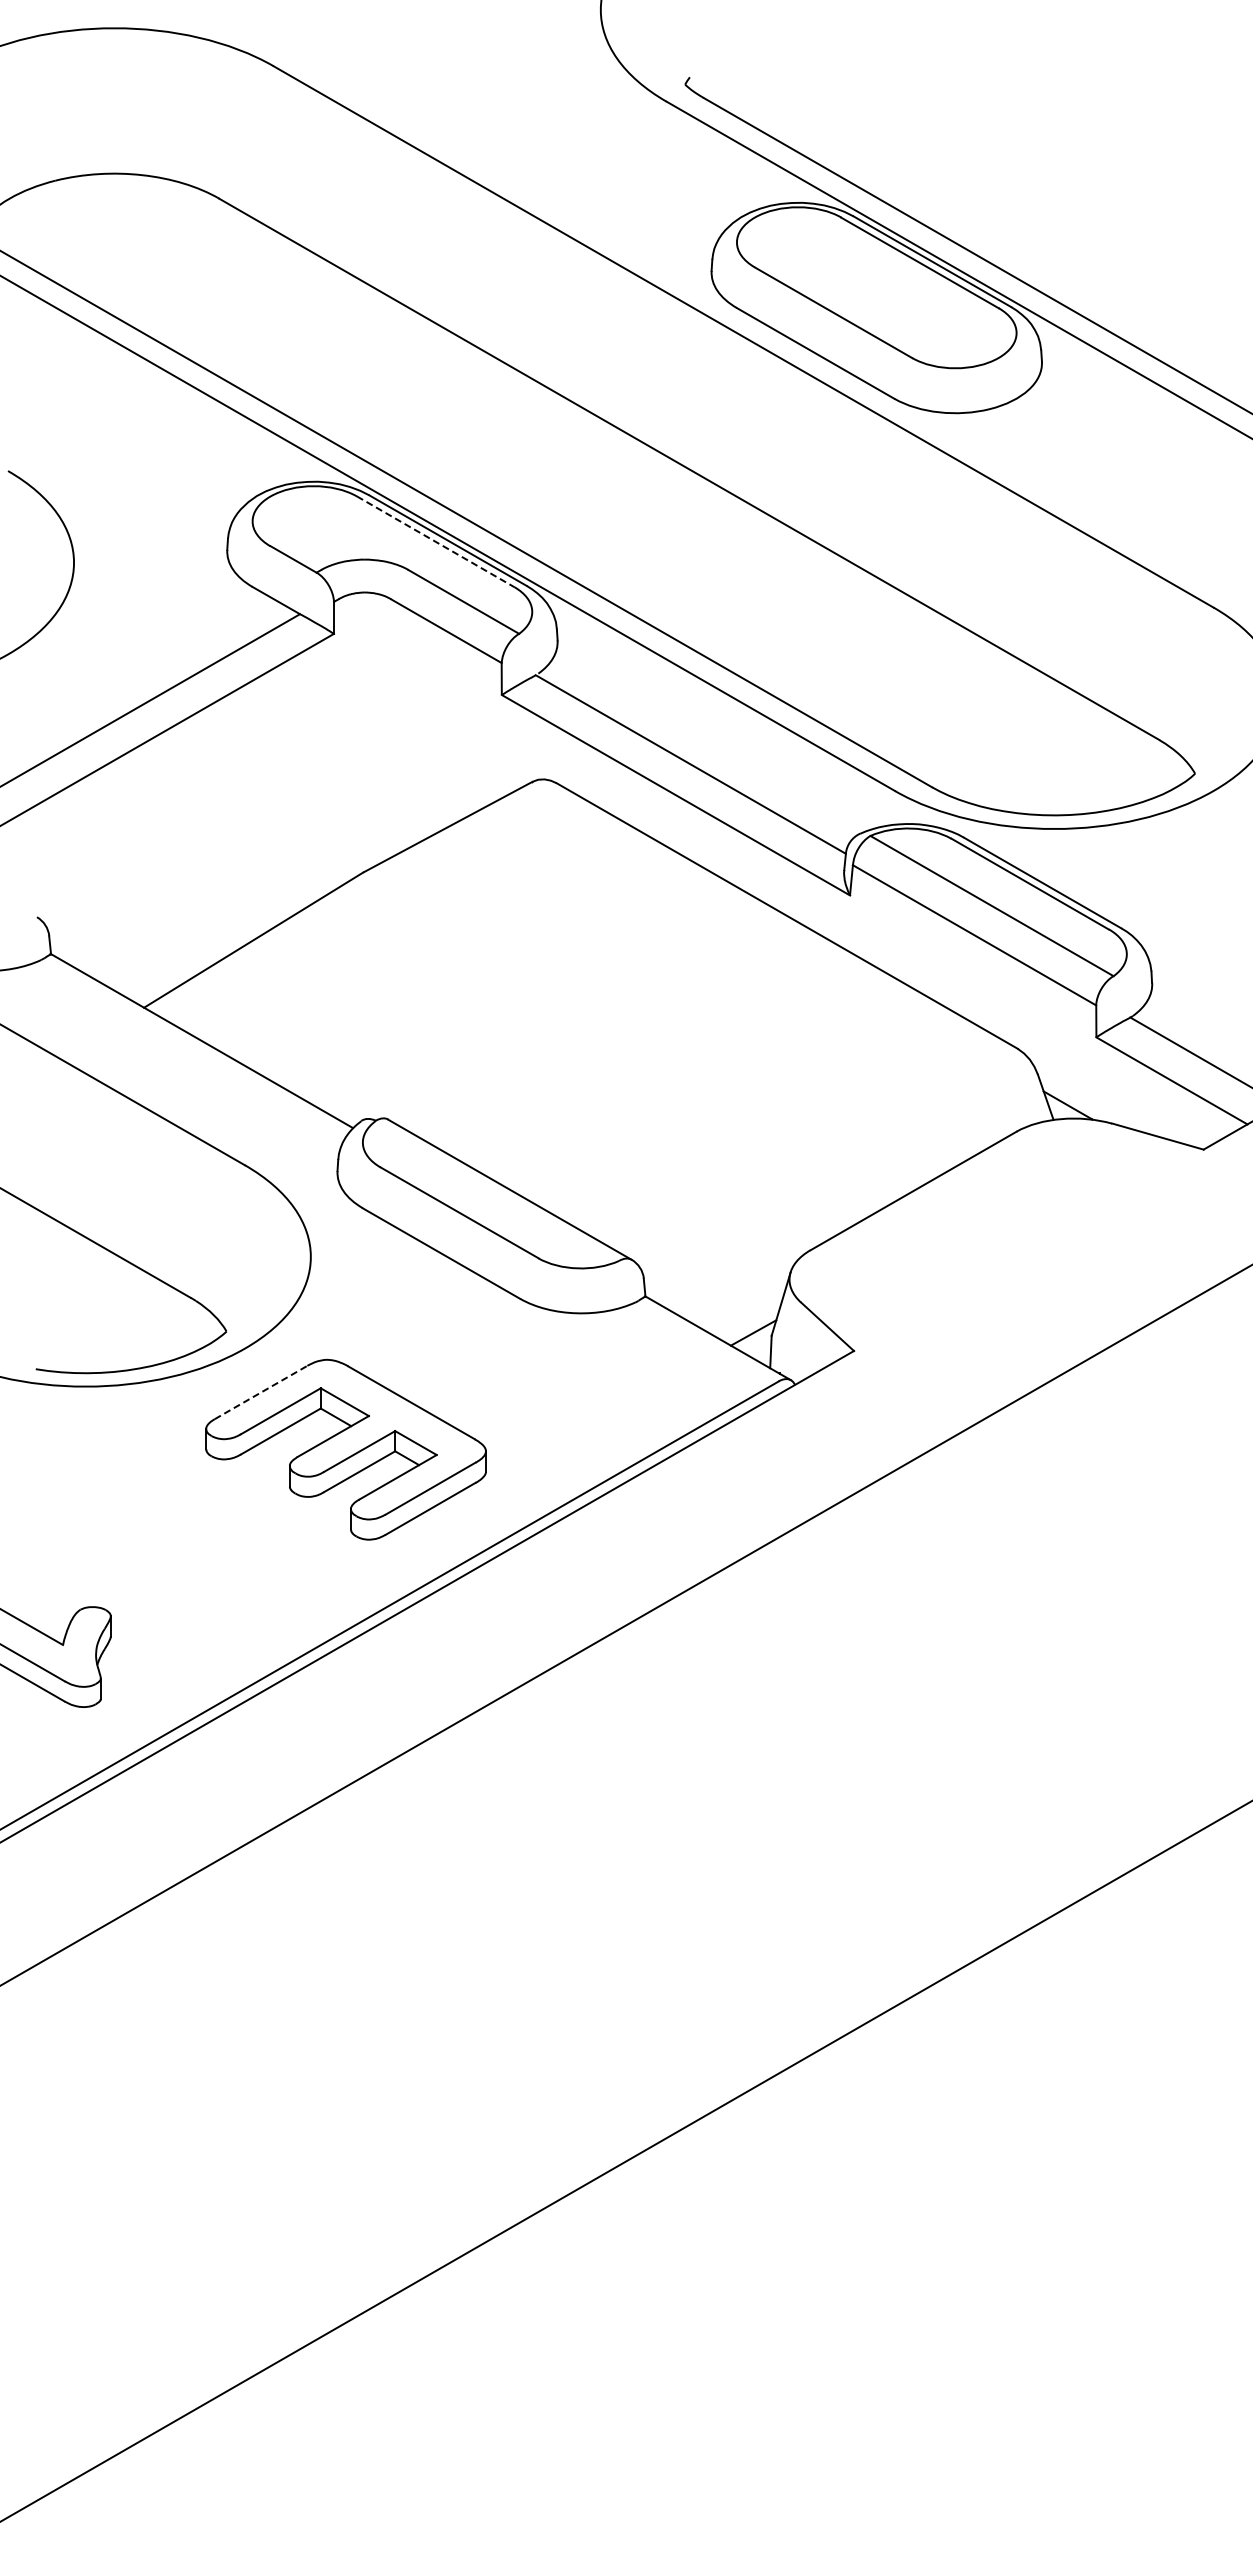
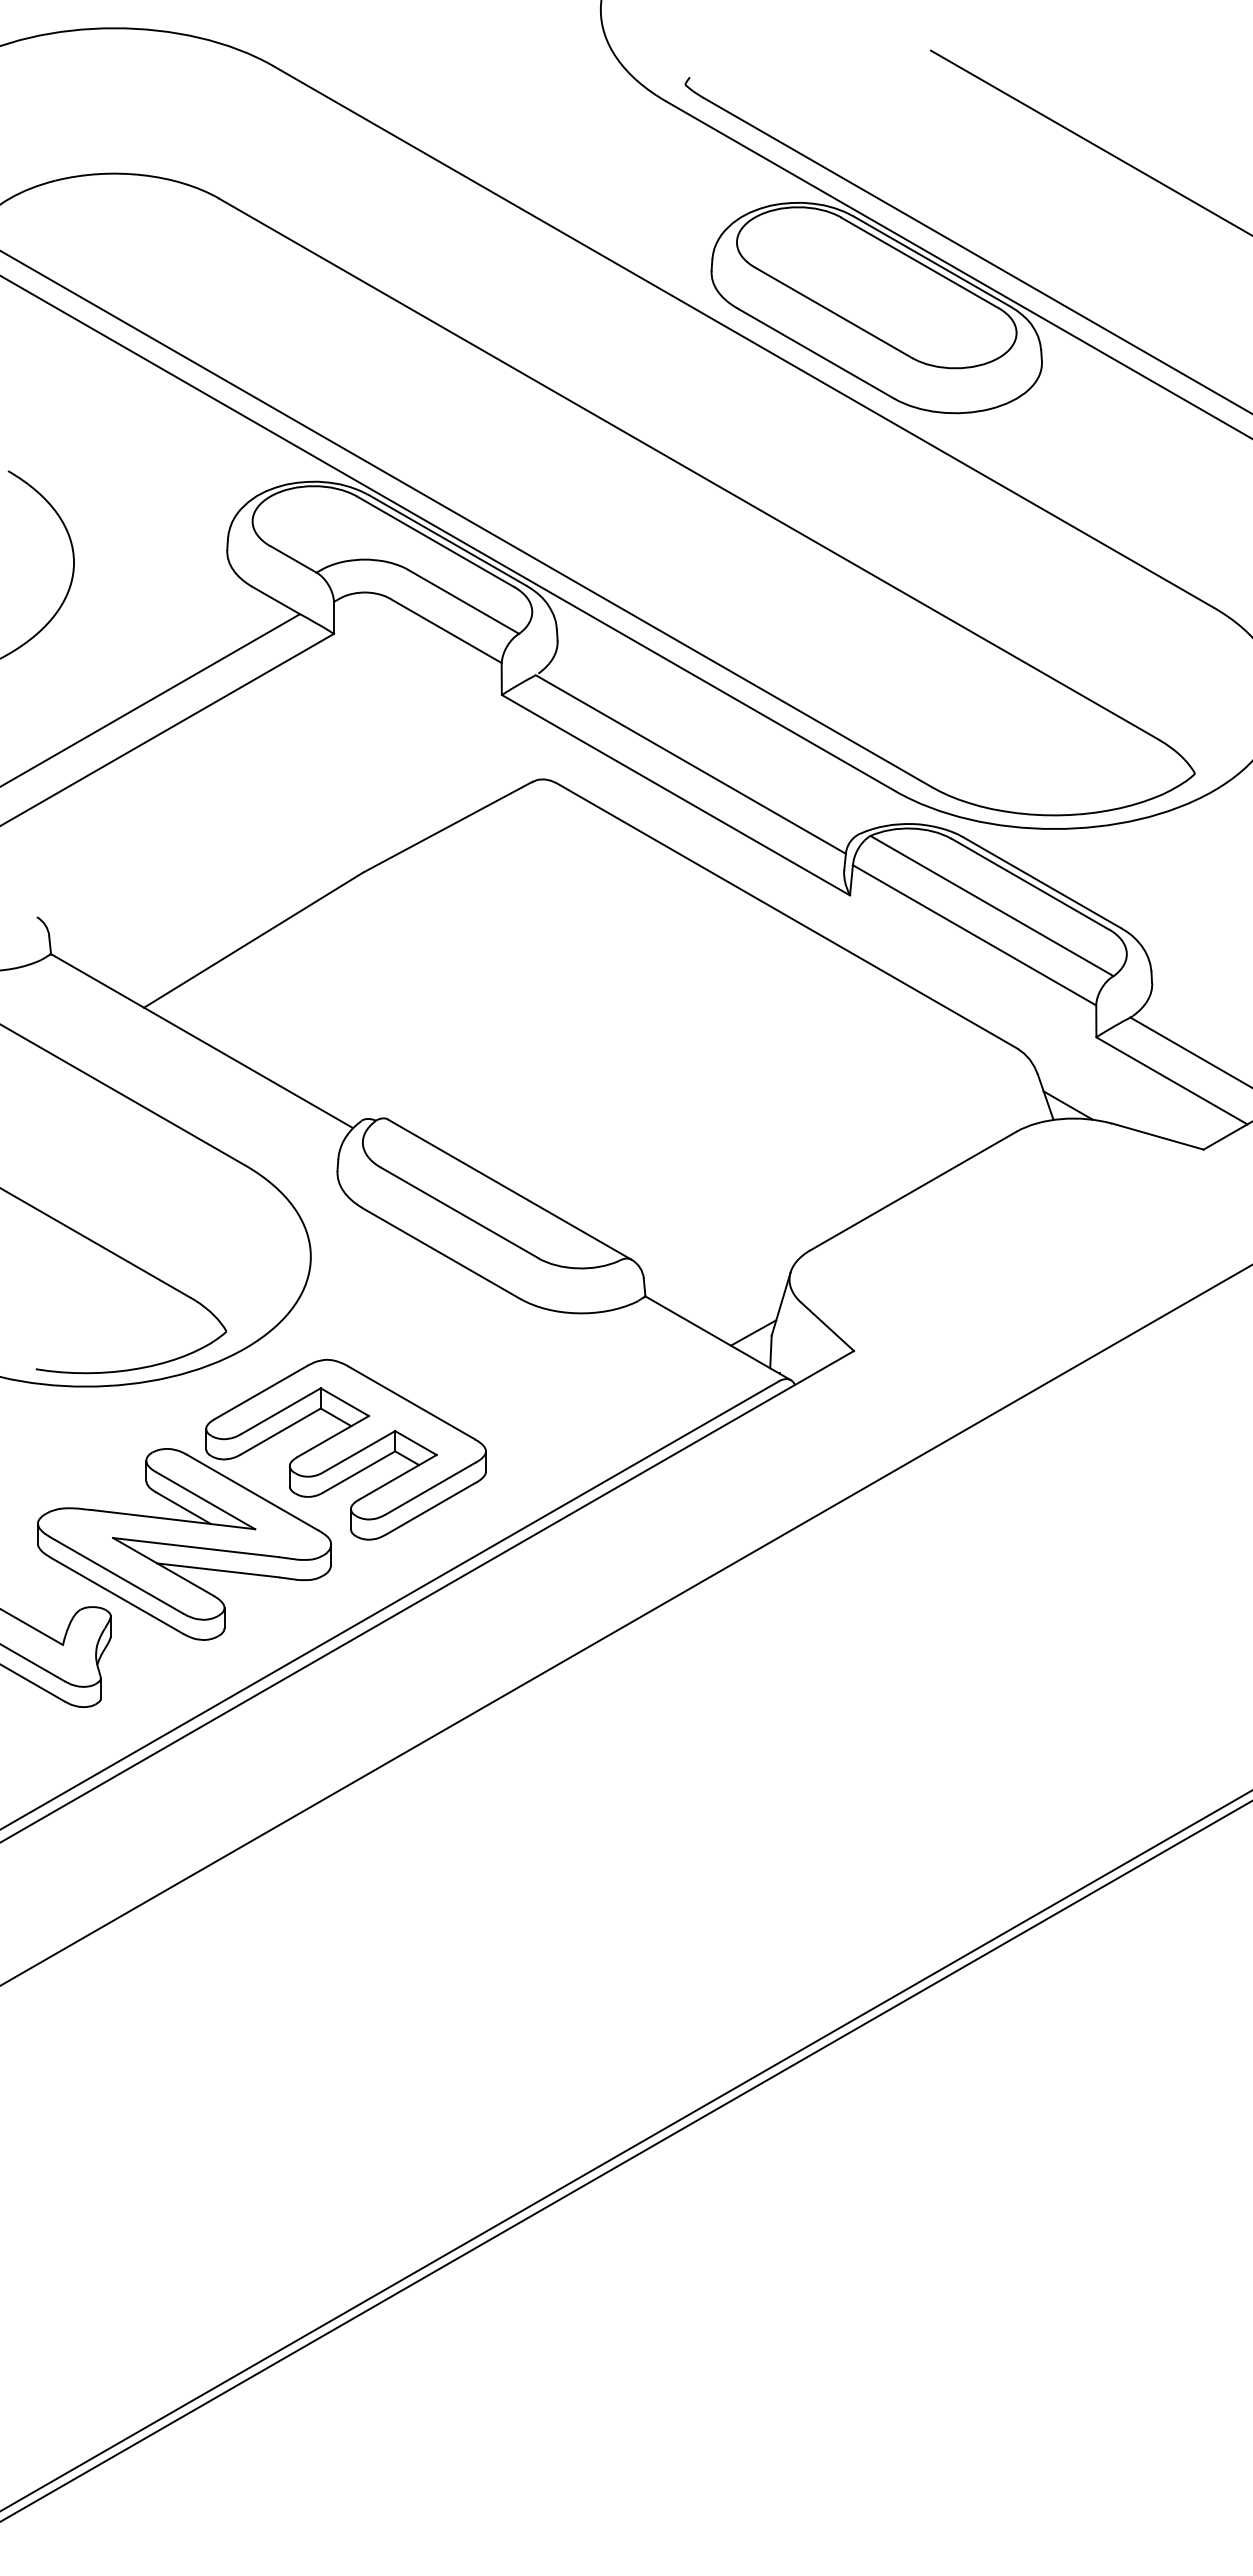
line at (1089, 142): none -> present
line at (435, 541): dashed -> solid
line at (261, 1392): dashed -> solid
part at (184, 1544): none -> present
line at (625, 2151): none -> present
